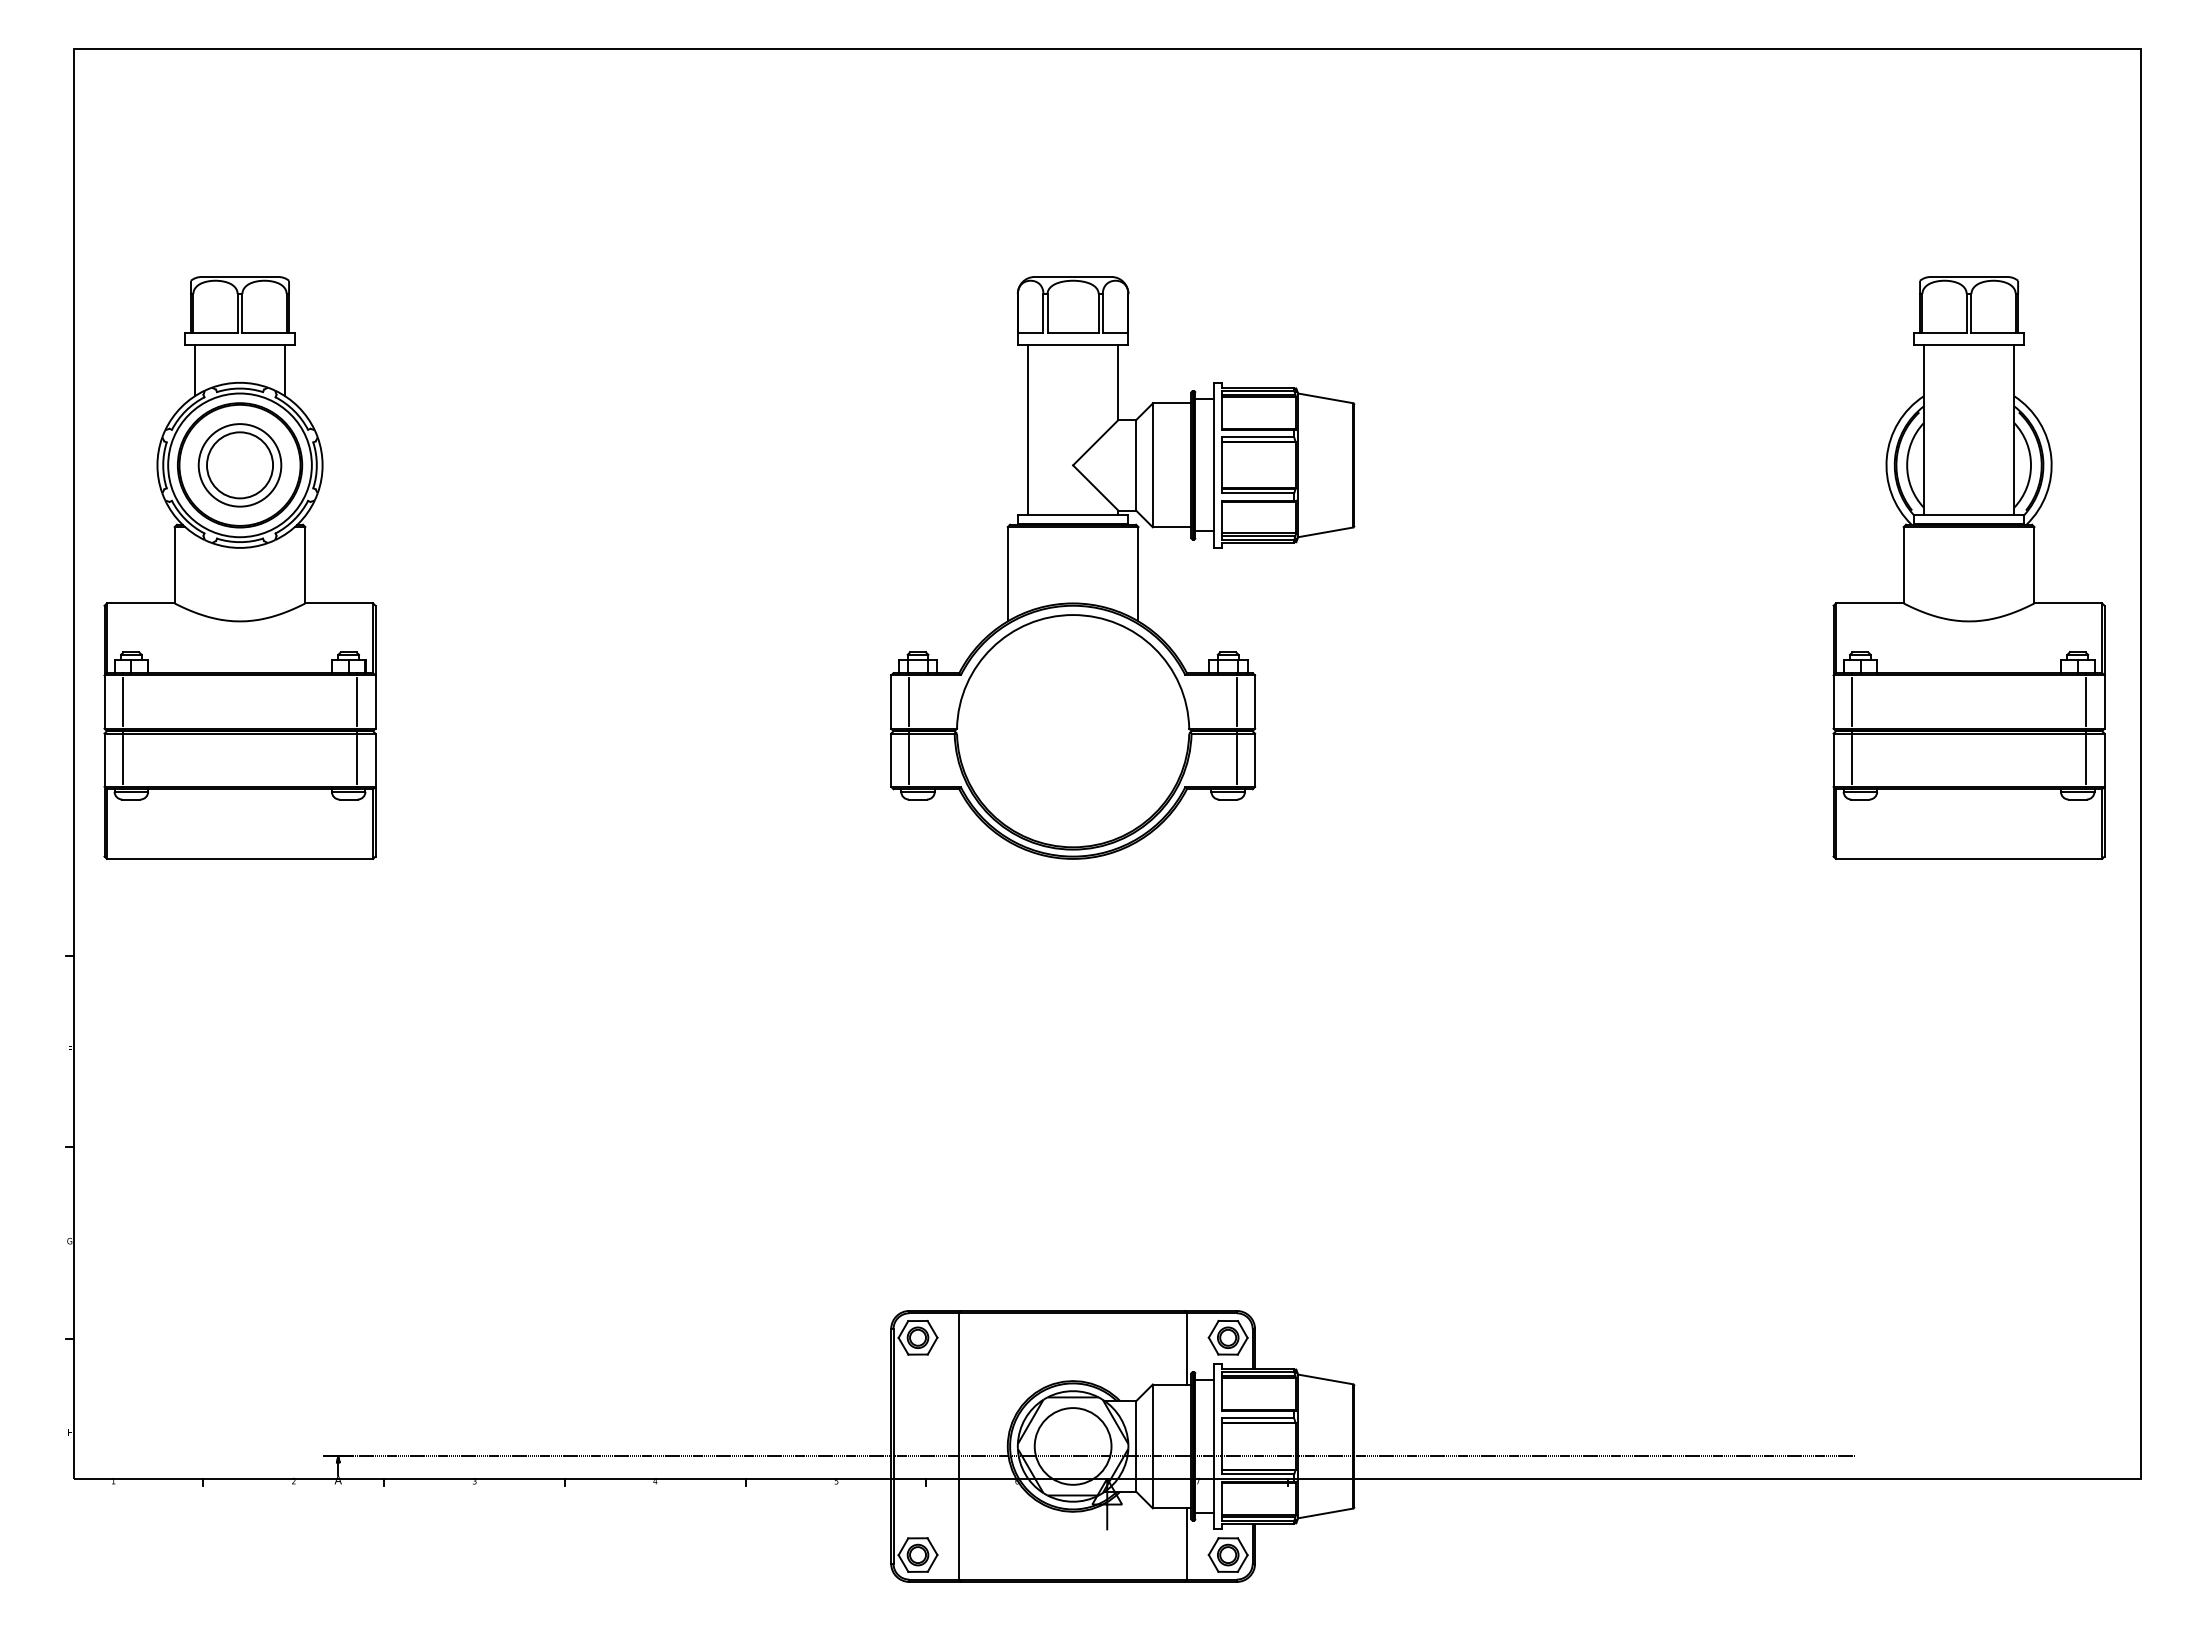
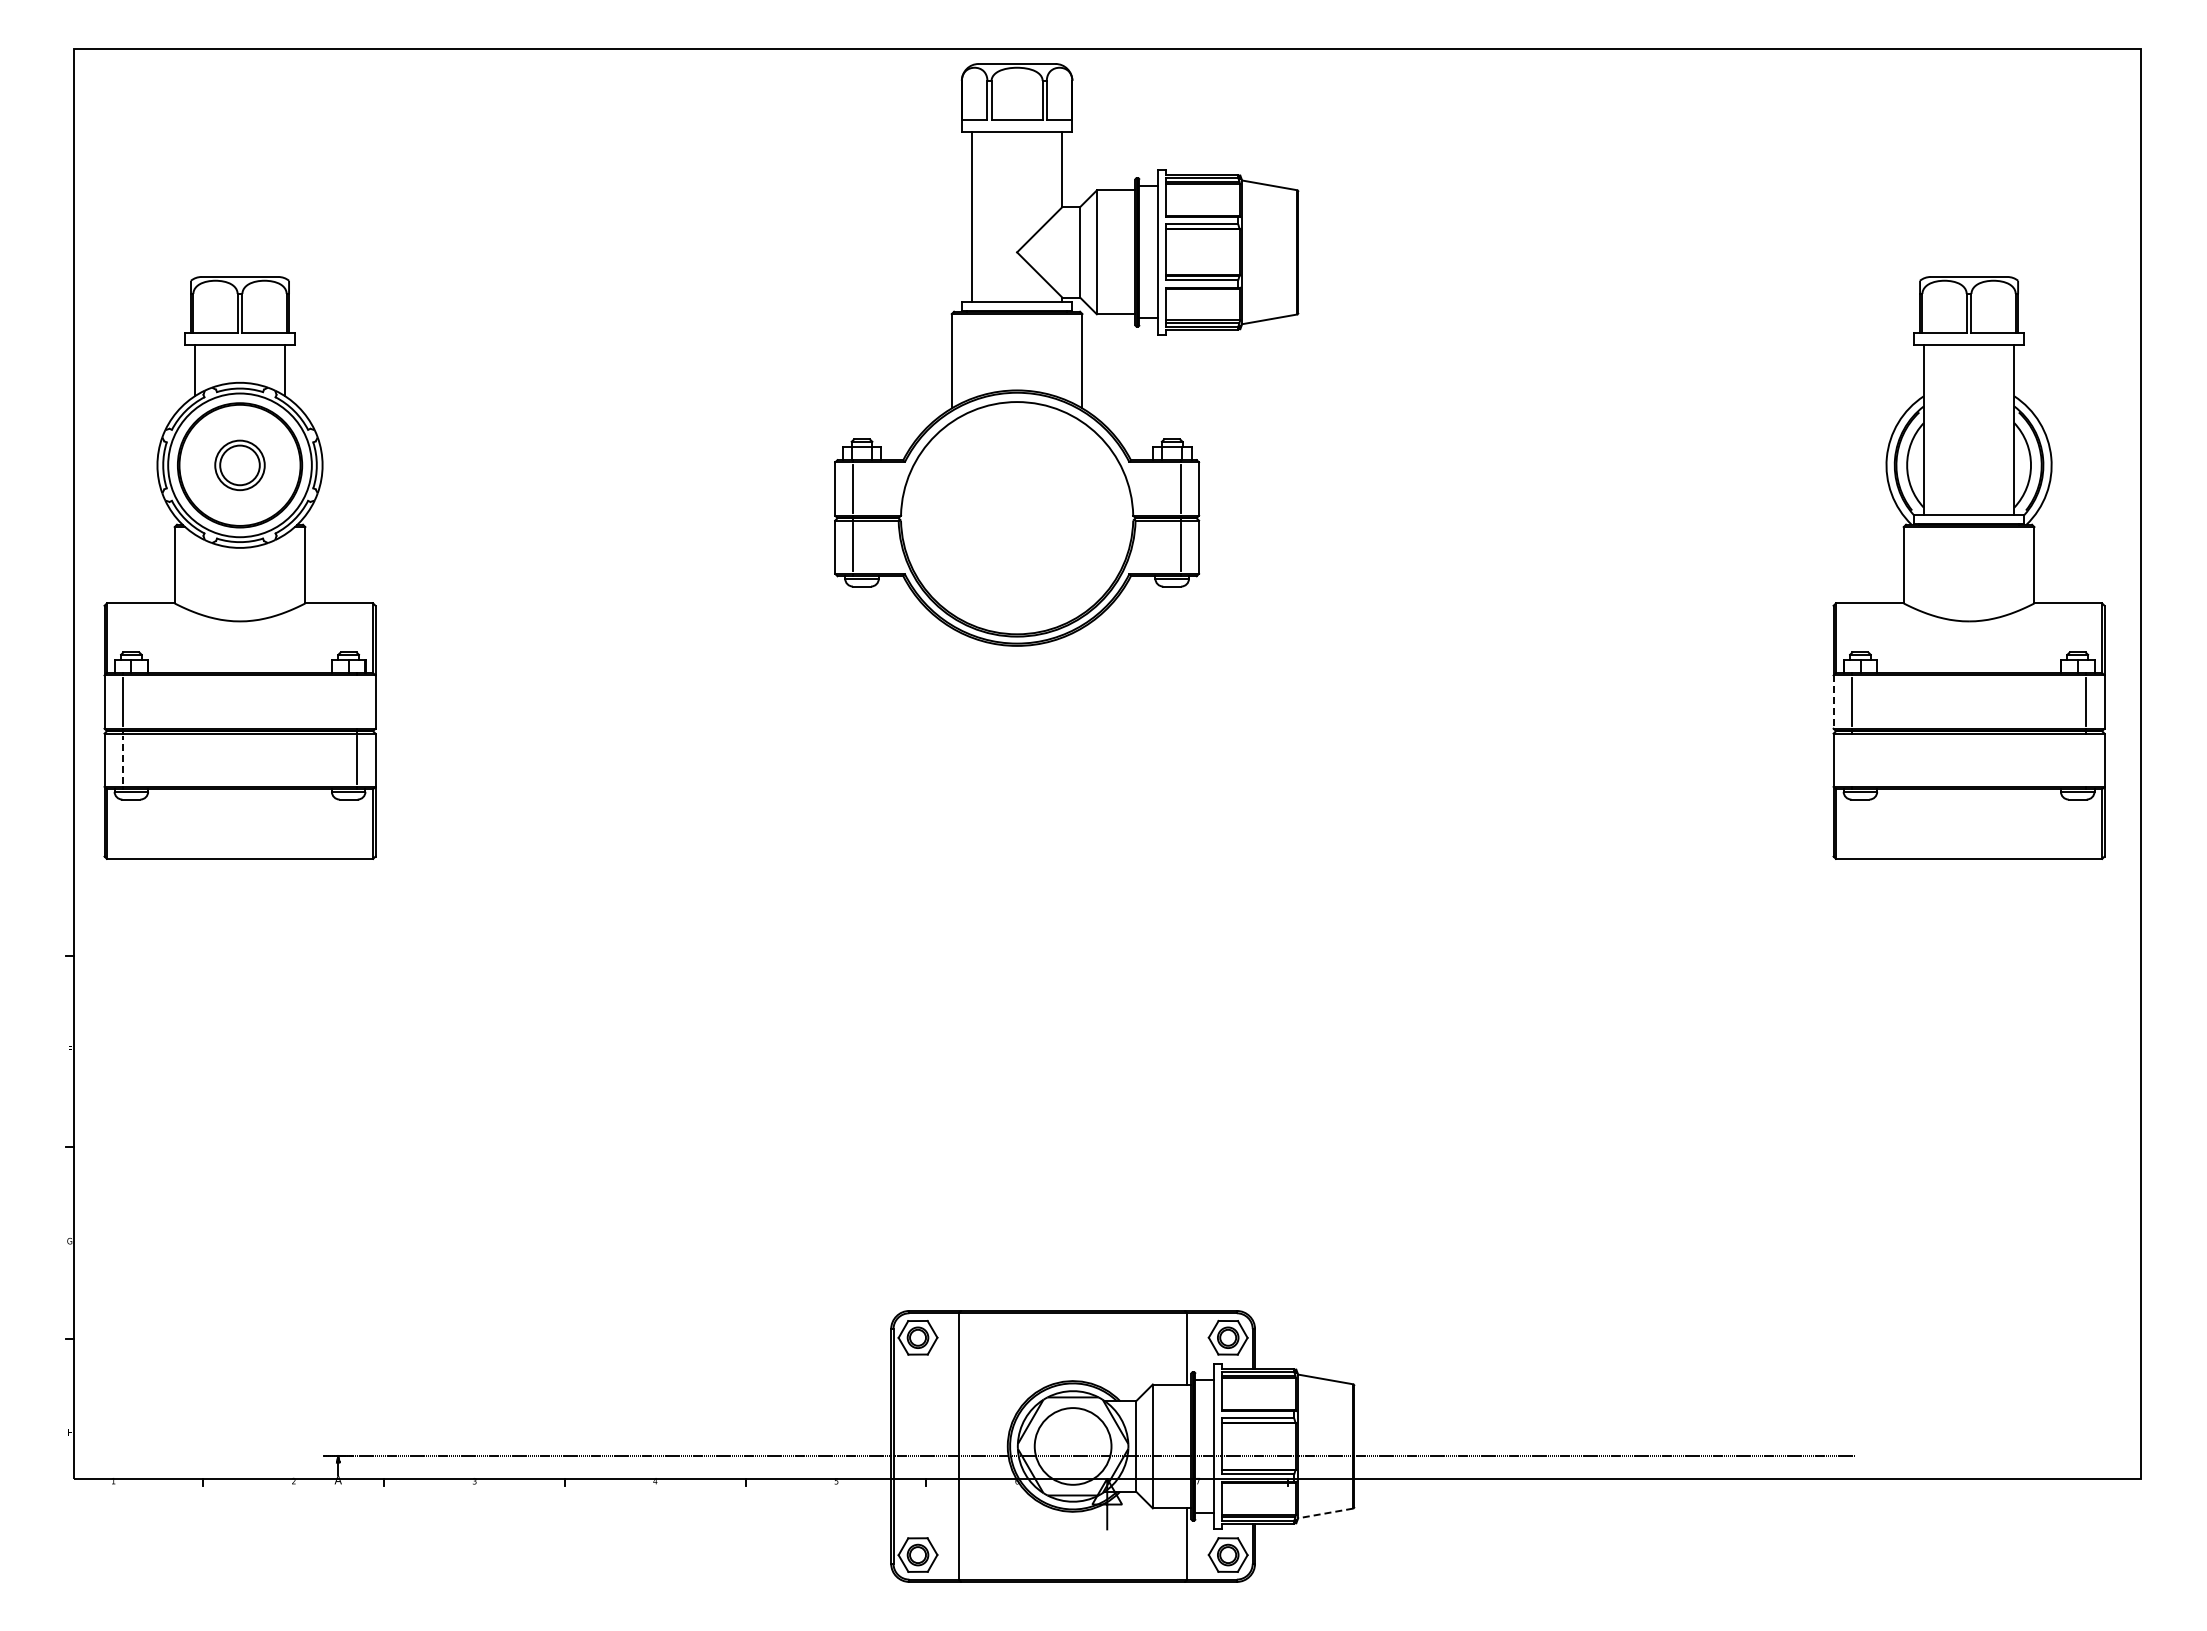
part at (239, 465) size: 86x85 px -> 52x53 px
part at (1122, 567) position: (1122, 567) -> (1066, 354)
line at (357, 702): present -> none
line at (1833, 702): solid -> dashed
line at (122, 760): solid -> dashed
line at (1851, 760): present -> none
line at (2086, 760): present -> none
line at (1325, 1513): solid -> dashed
